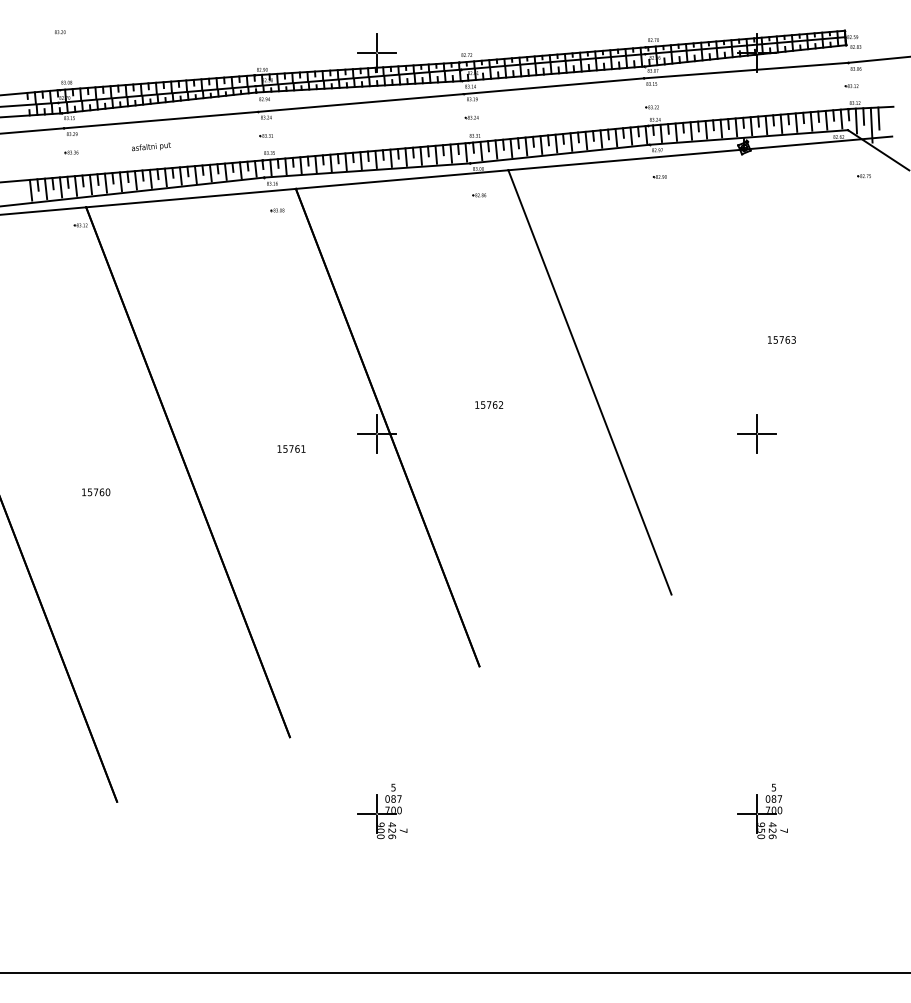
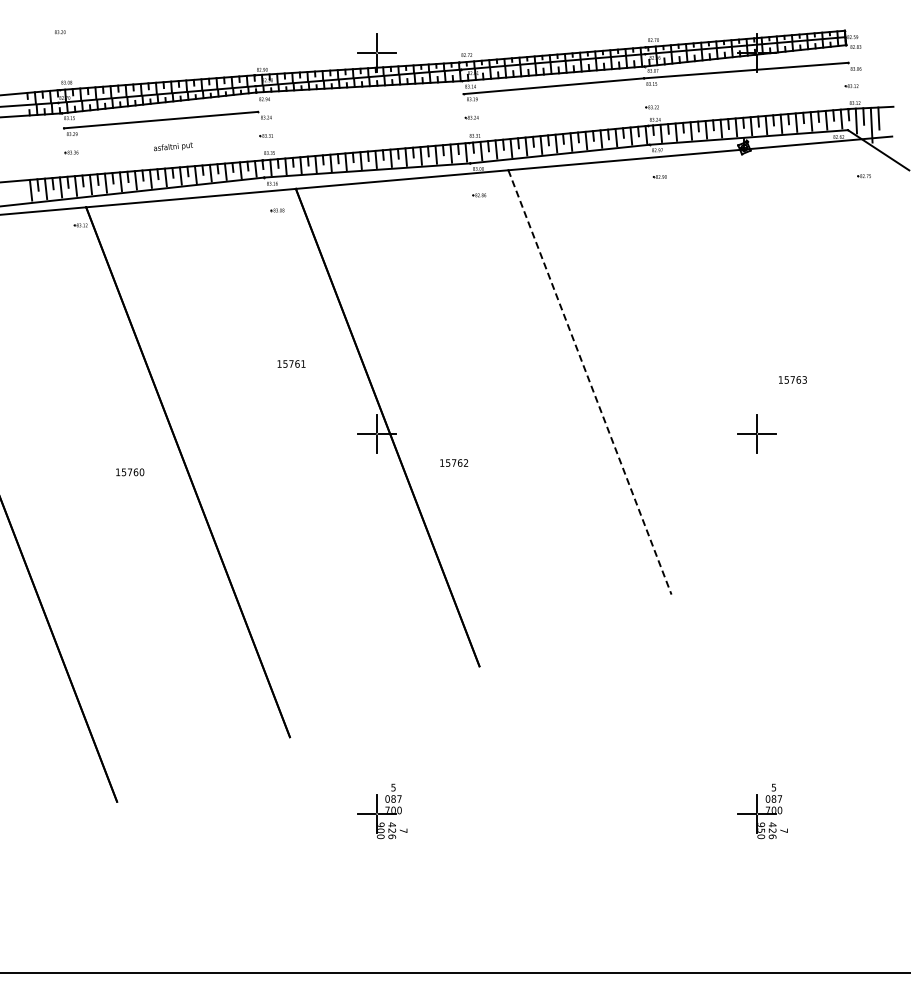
line at (877, 59): present -> none
line at (360, 102): present -> none
line at (32, 130): present -> none
text at (151, 146) position: (151, 146) -> (173, 146)
text at (781, 339) position: (781, 339) -> (792, 379)
line at (590, 382): solid -> dashed
text at (489, 404) position: (489, 404) -> (454, 462)
text at (291, 448) position: (291, 448) -> (291, 363)
text at (96, 492) position: (96, 492) -> (130, 472)
